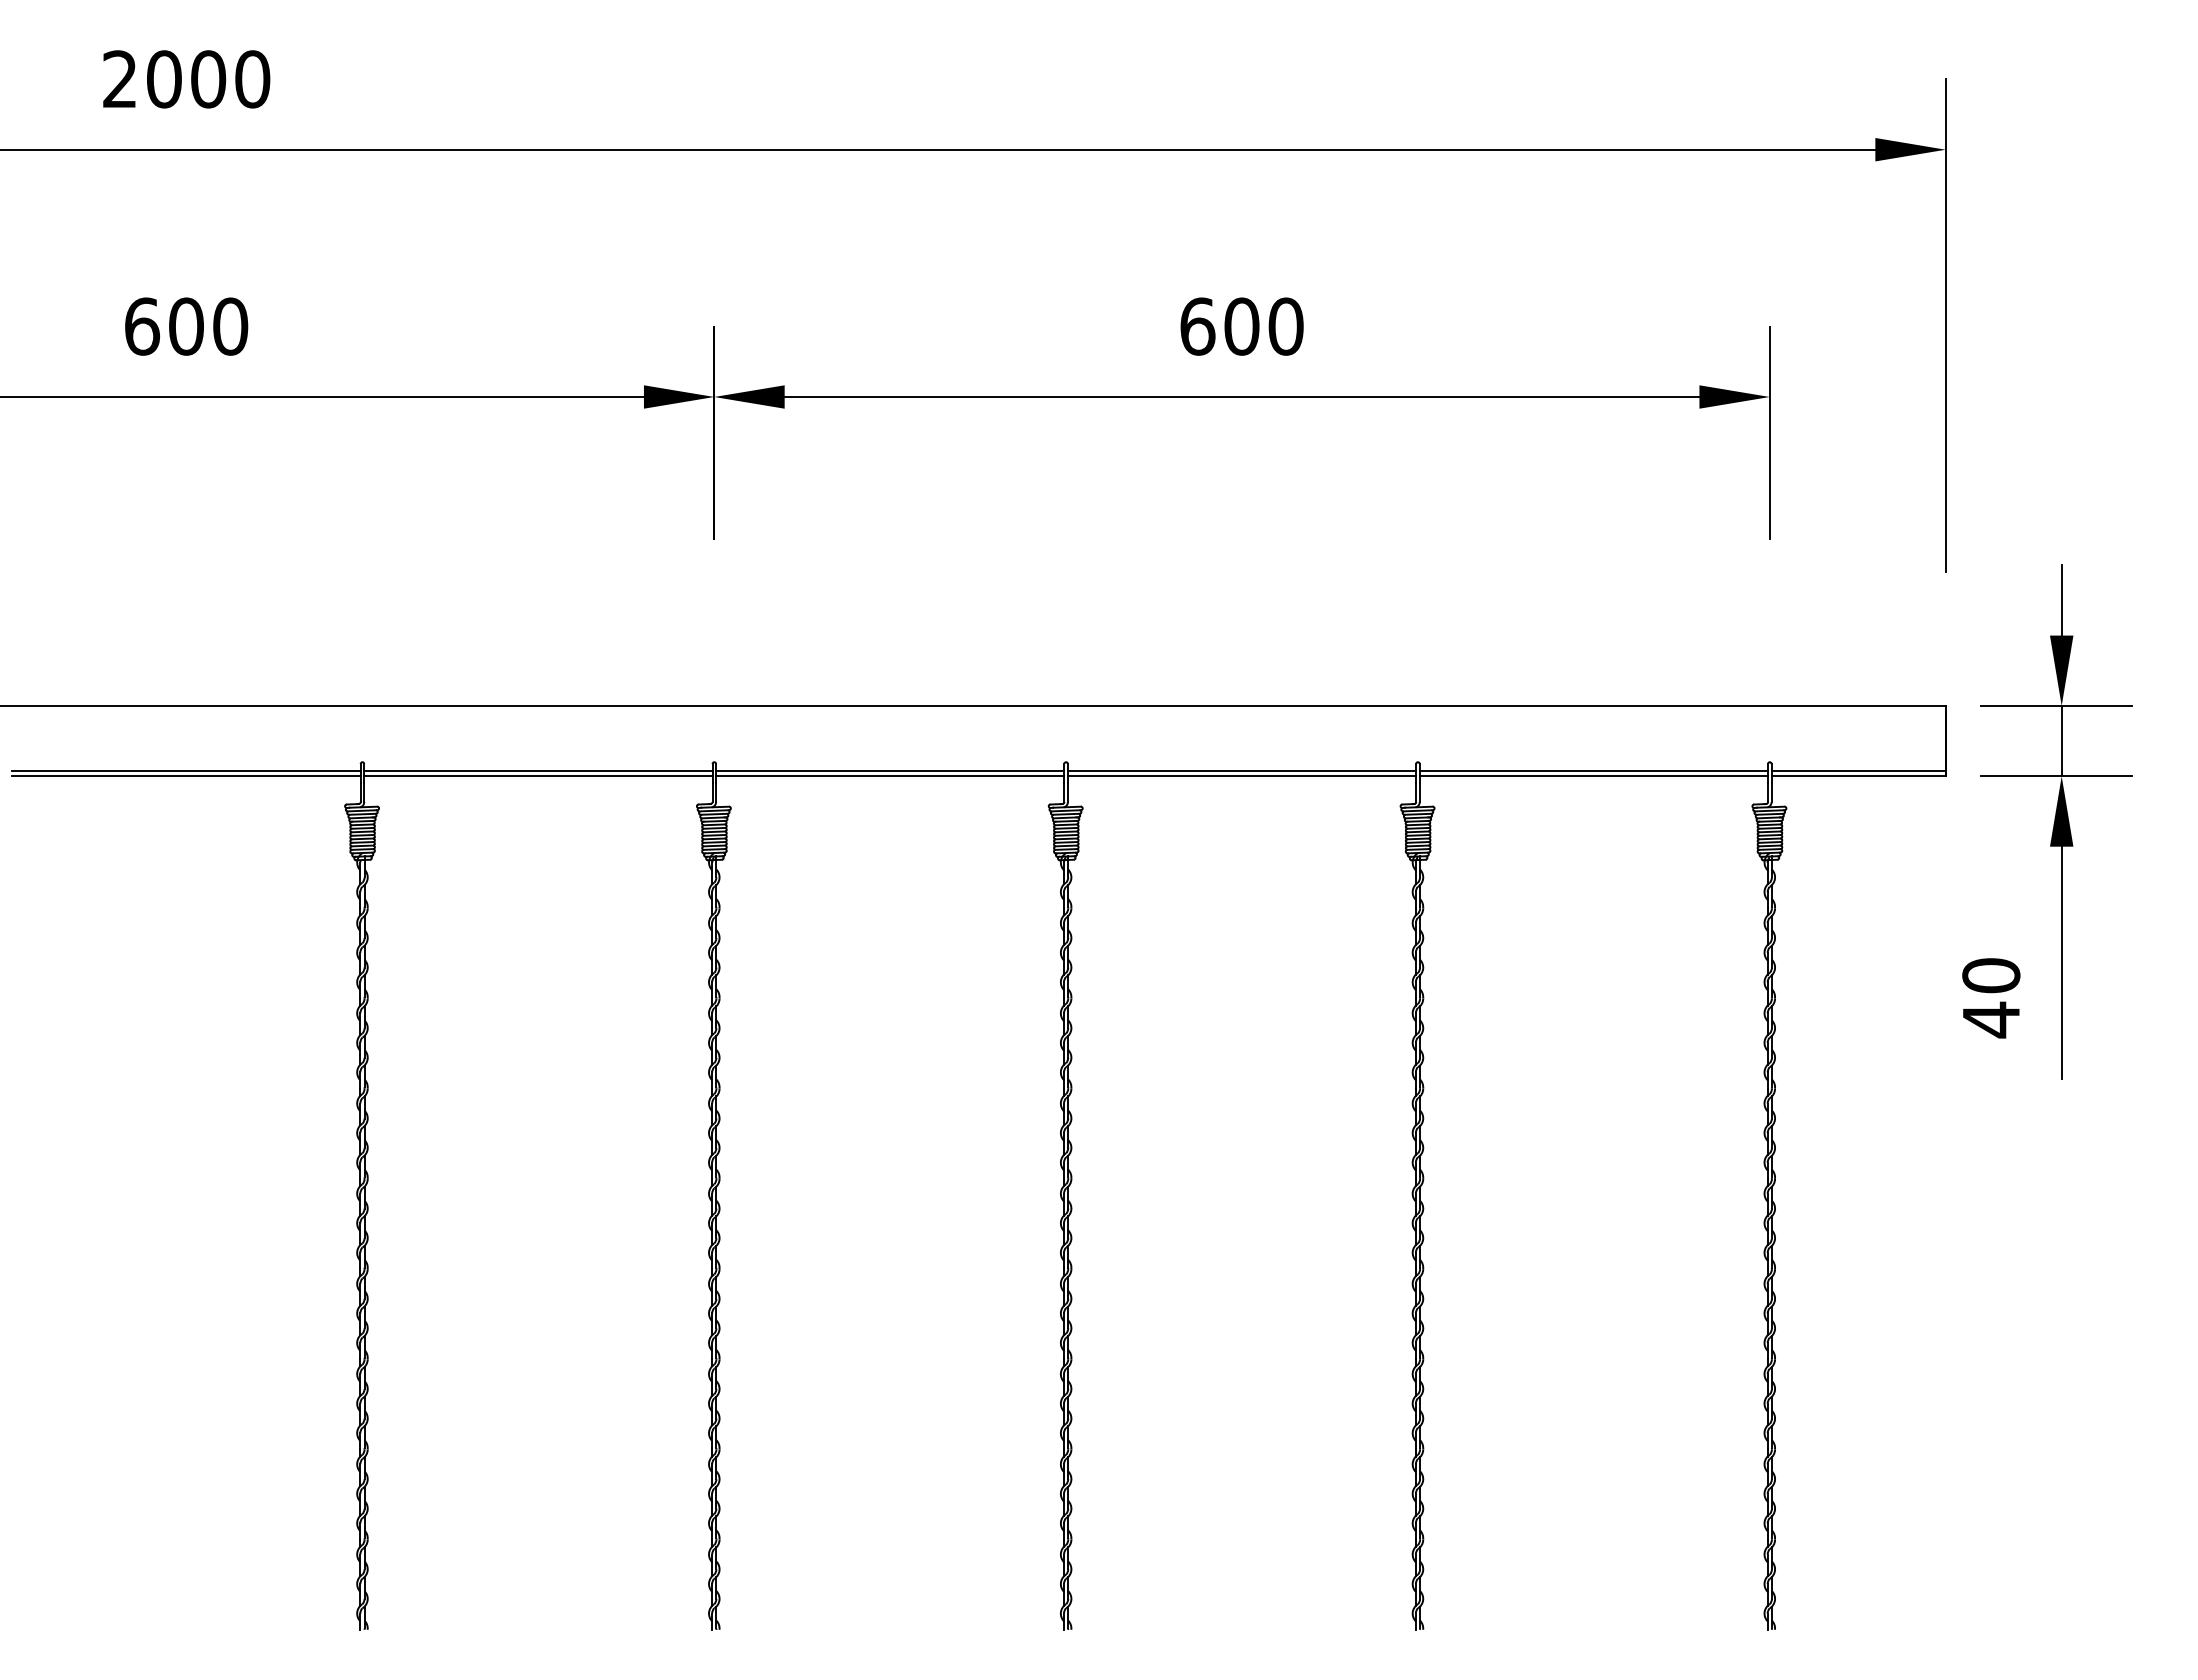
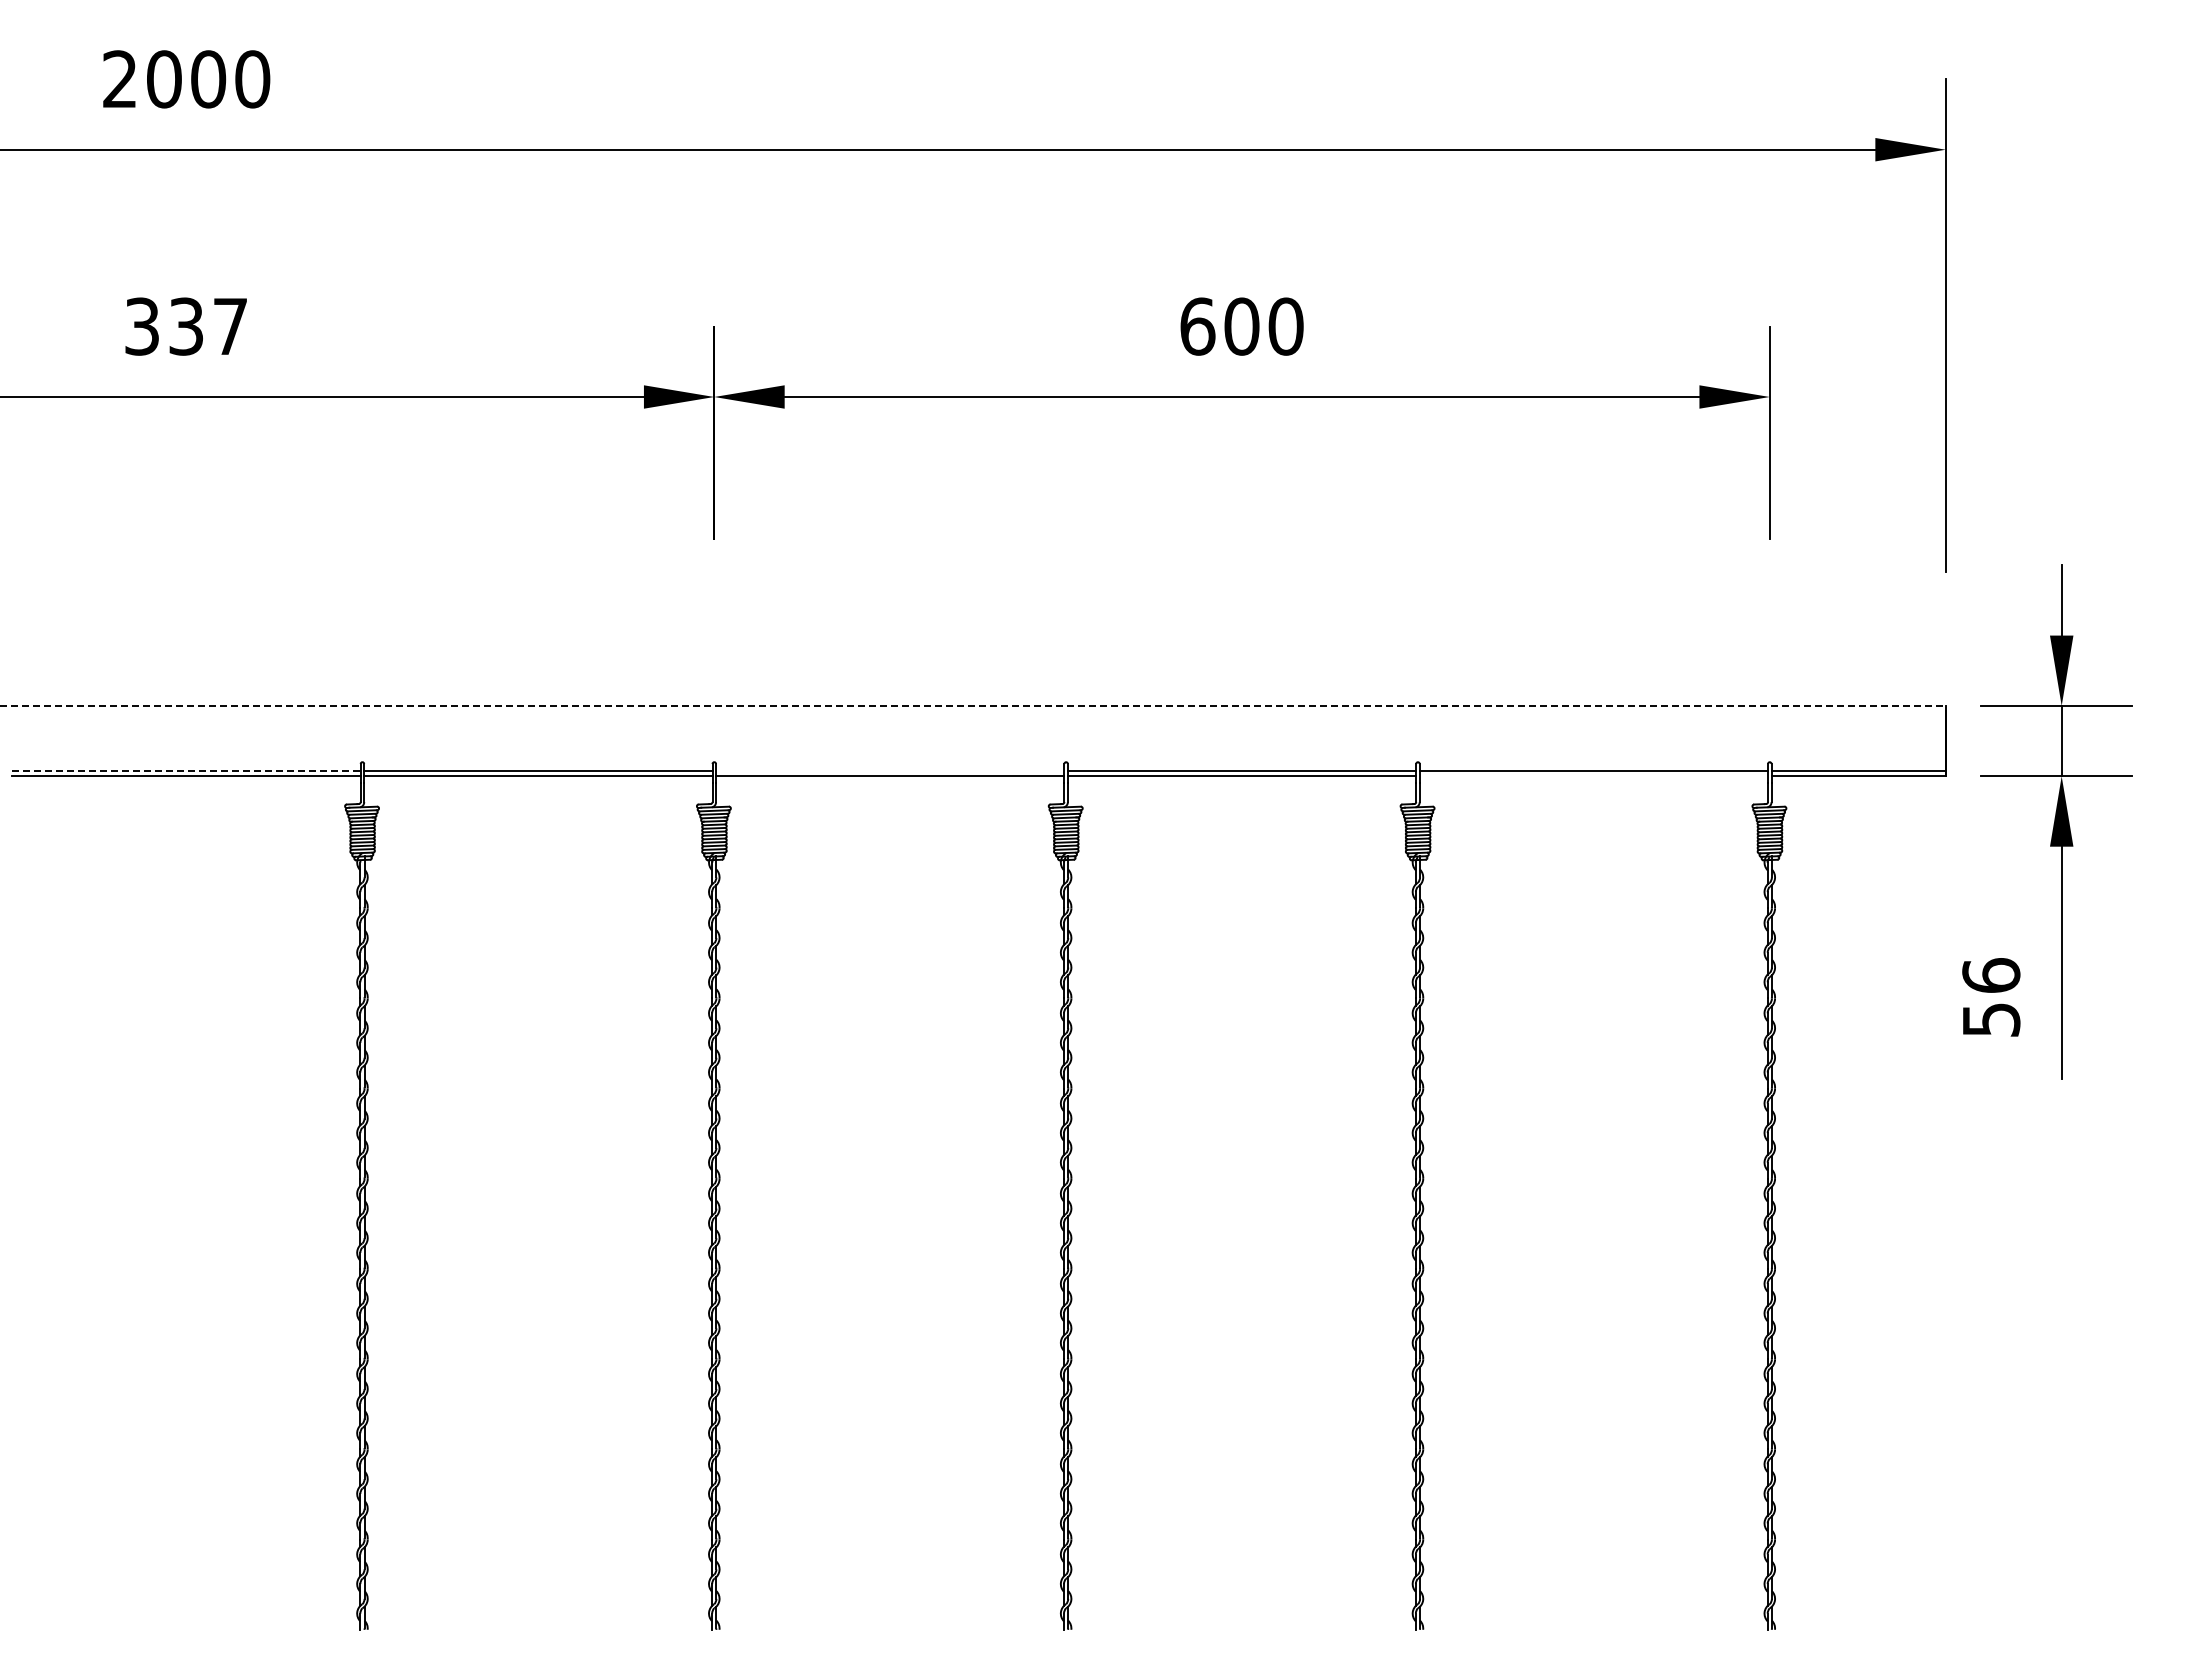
text at (186, 326): 600 -> 337
line at (972, 705): solid -> dashed
line at (187, 771): solid -> dashed
line at (890, 771): present -> none
line at (1593, 776): present -> none
text at (1991, 998): 40 -> 56
